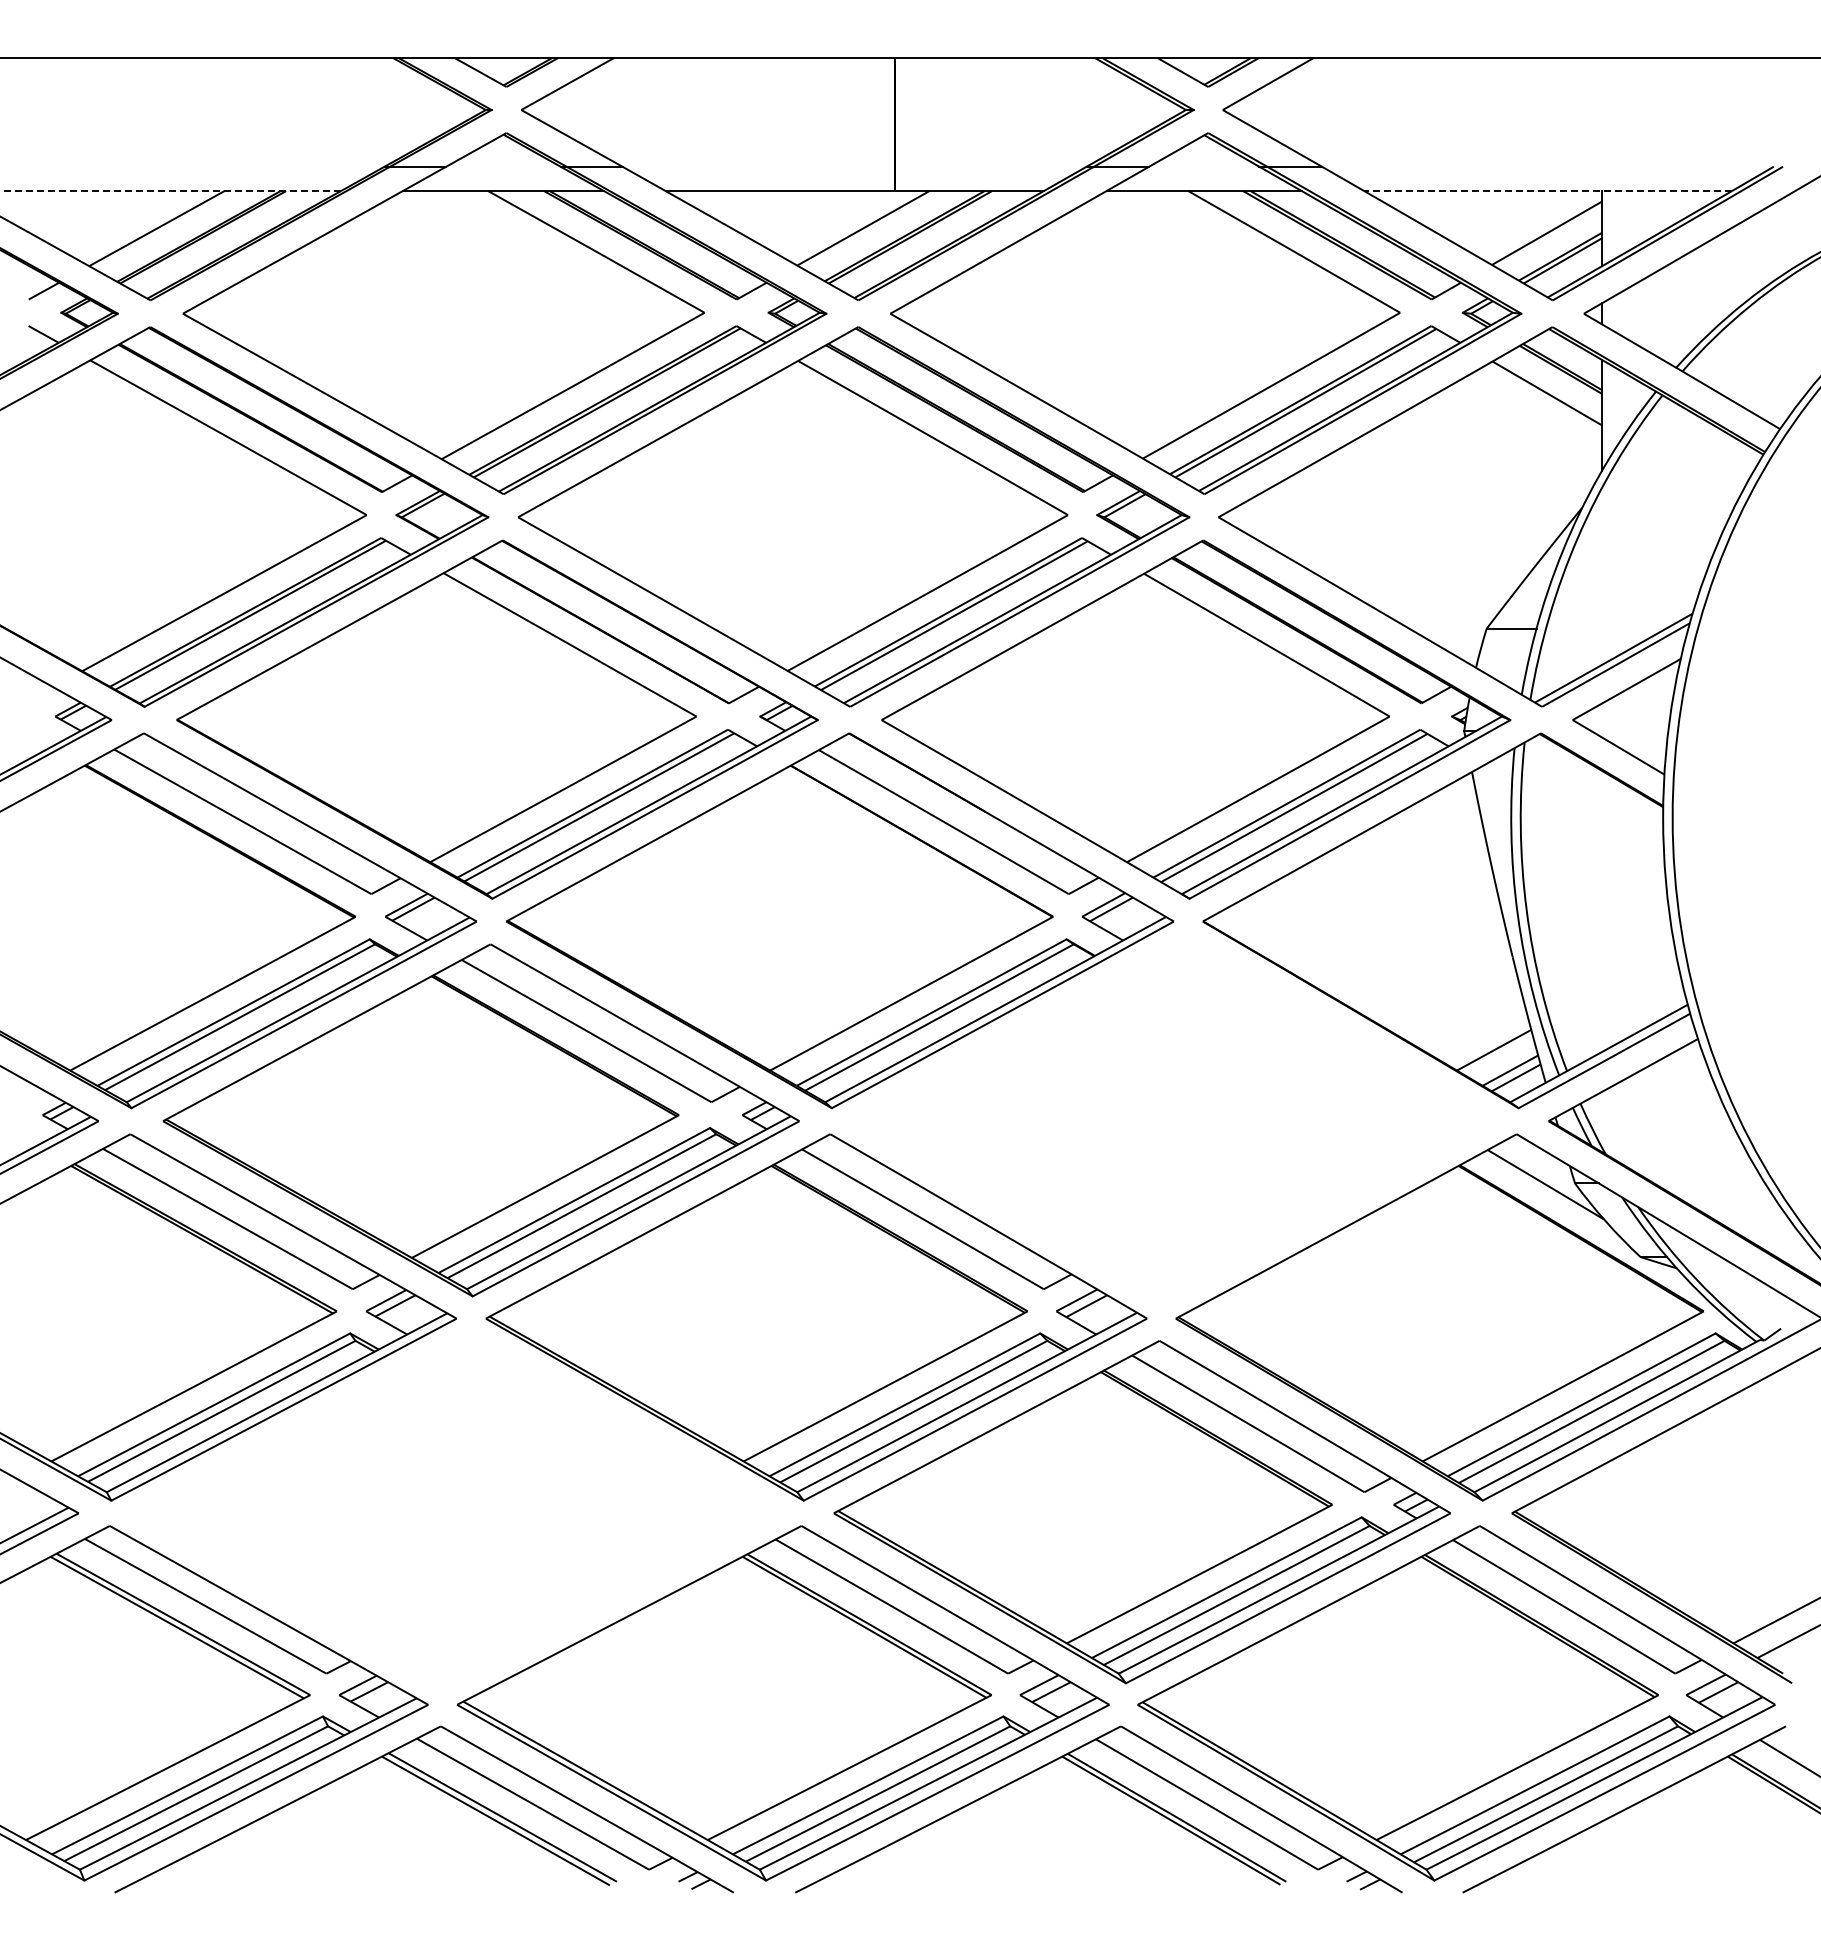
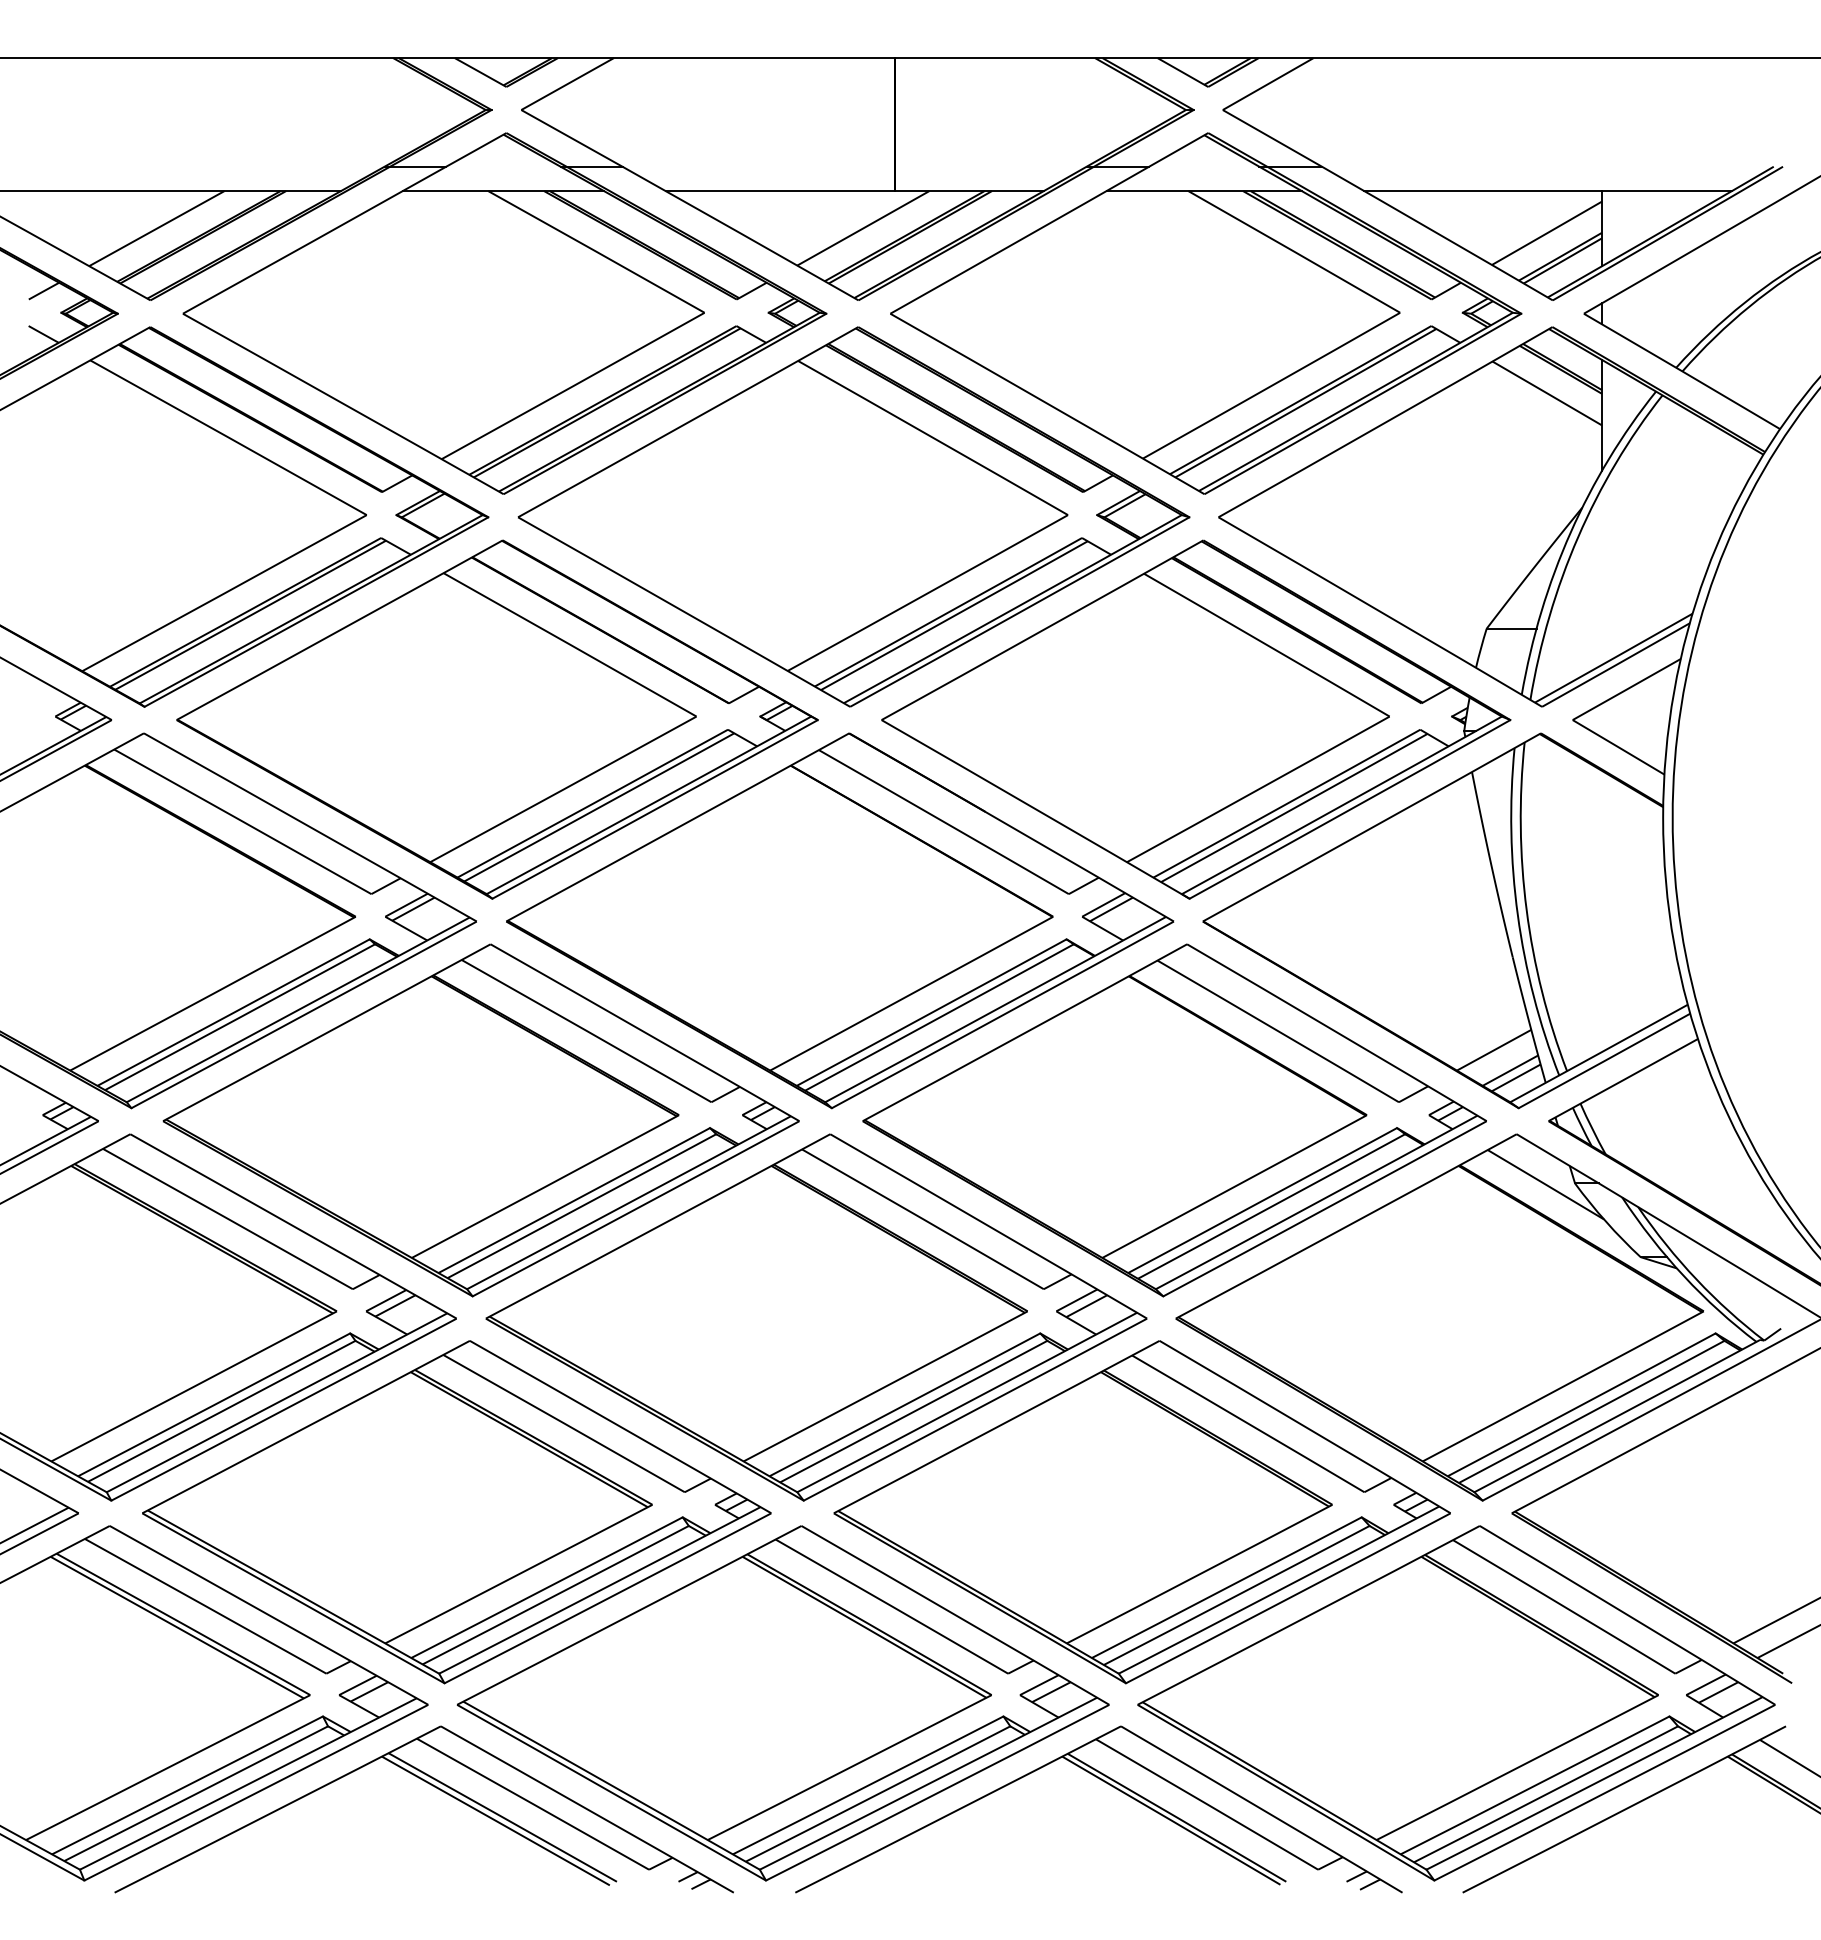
line at (170, 191): dashed -> solid
line at (1548, 191): dashed -> solid
part at (1174, 1120): none -> present
part at (456, 1512): none -> present
